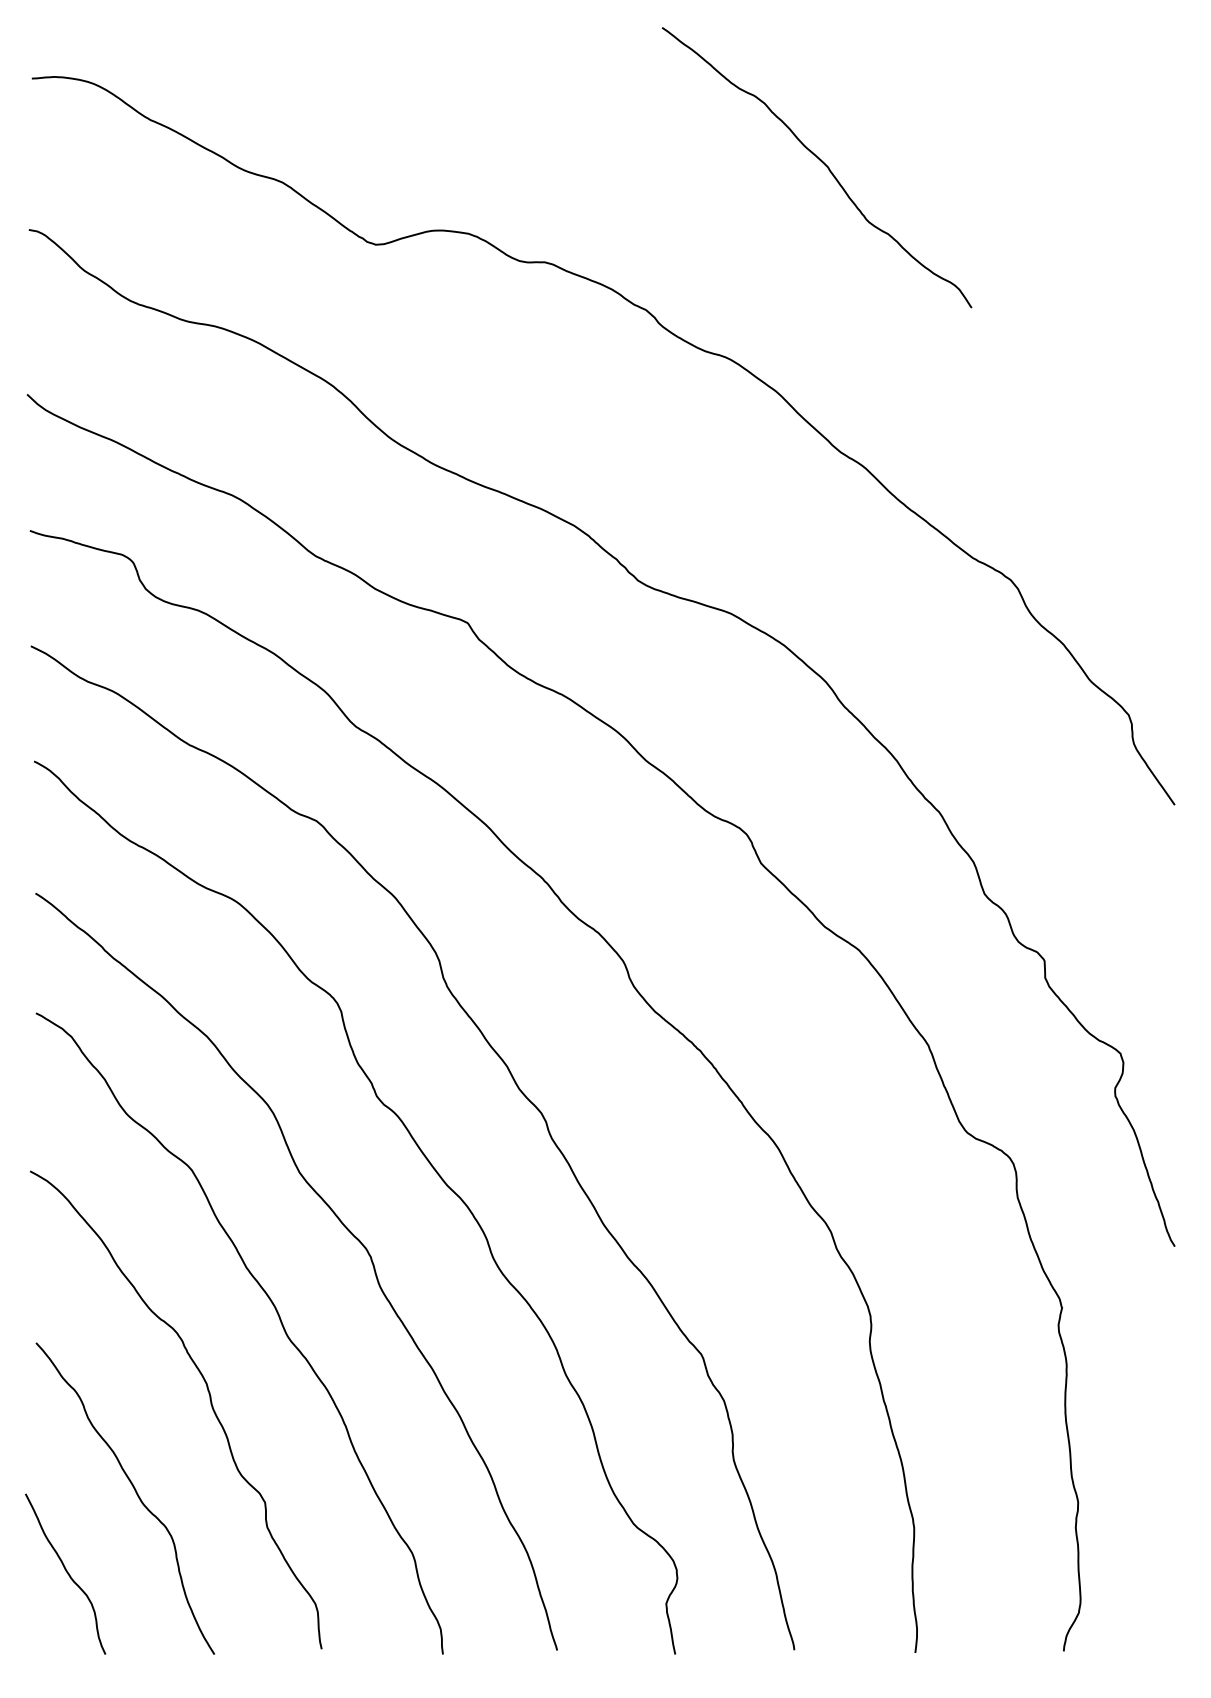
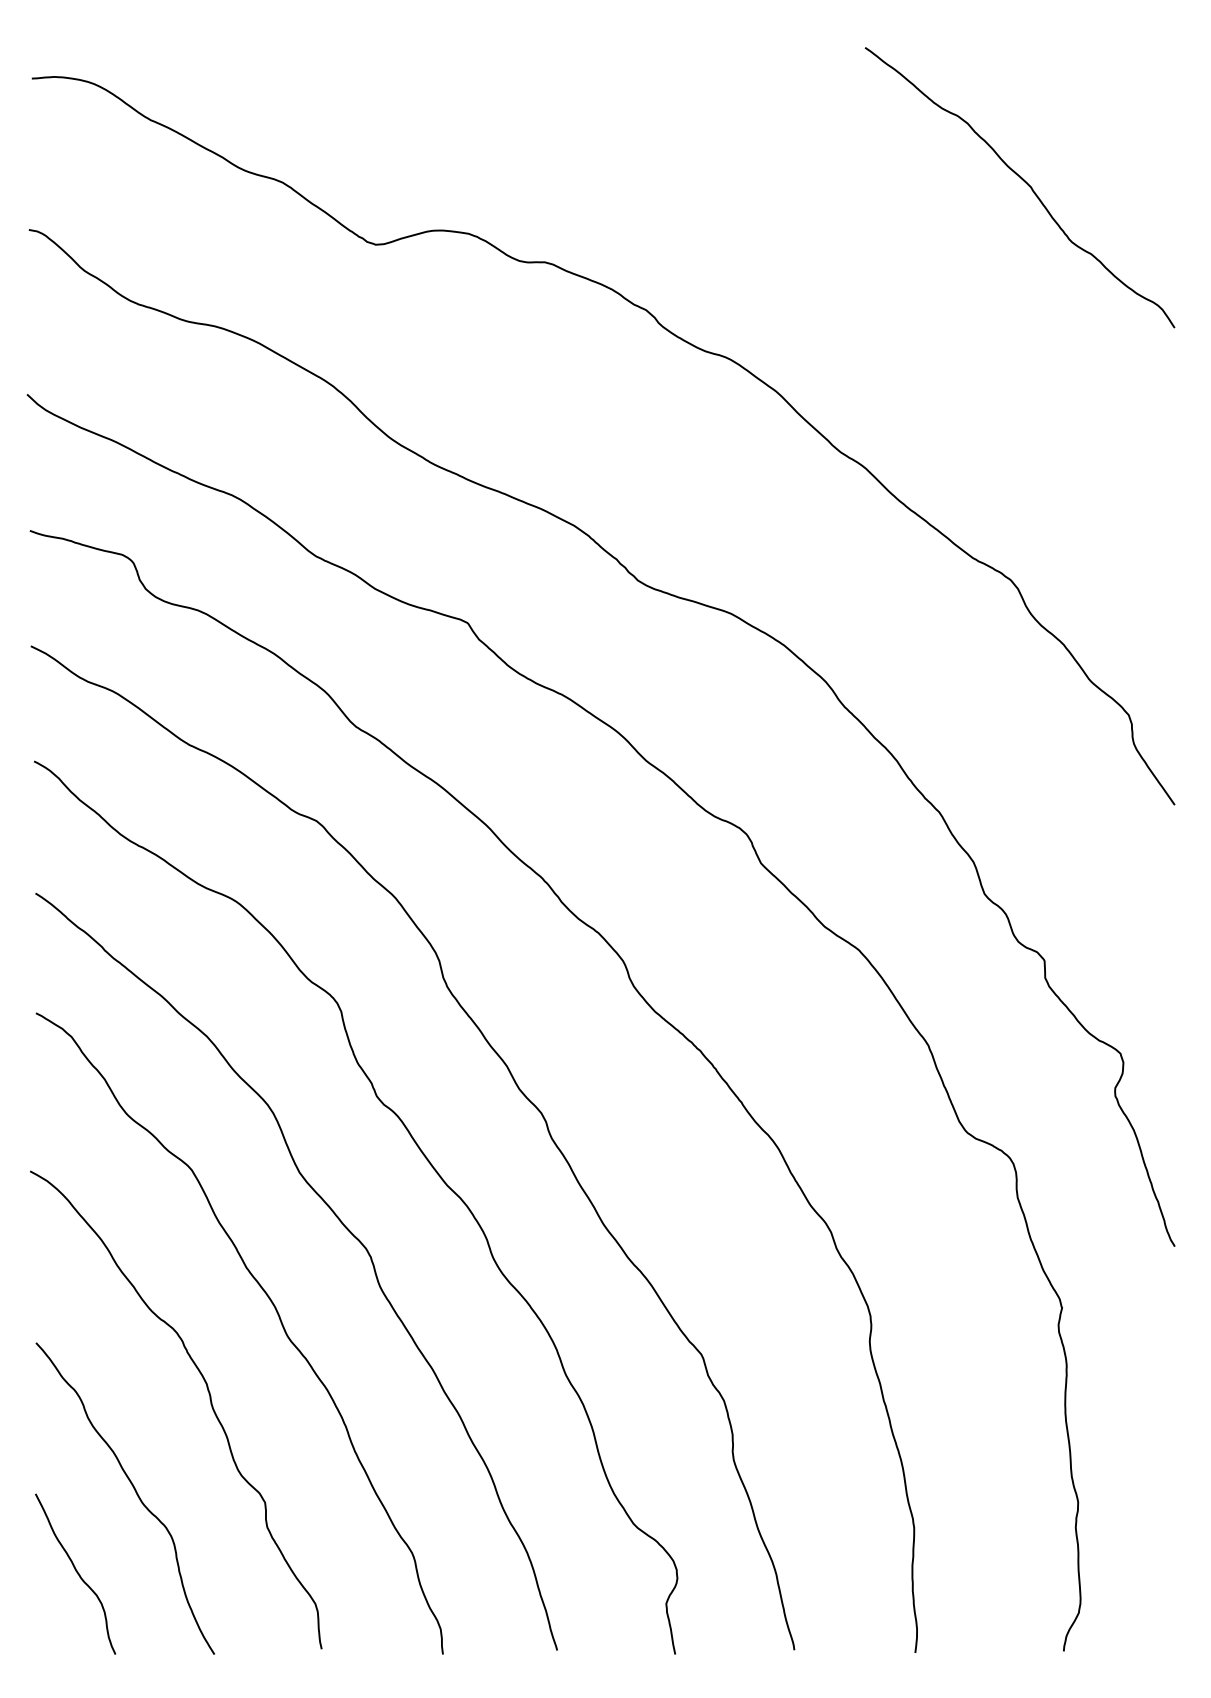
curve at (821, 162) position: (821, 162) -> (1024, 182)
curve at (66, 1572) position: (66, 1572) -> (76, 1572)
